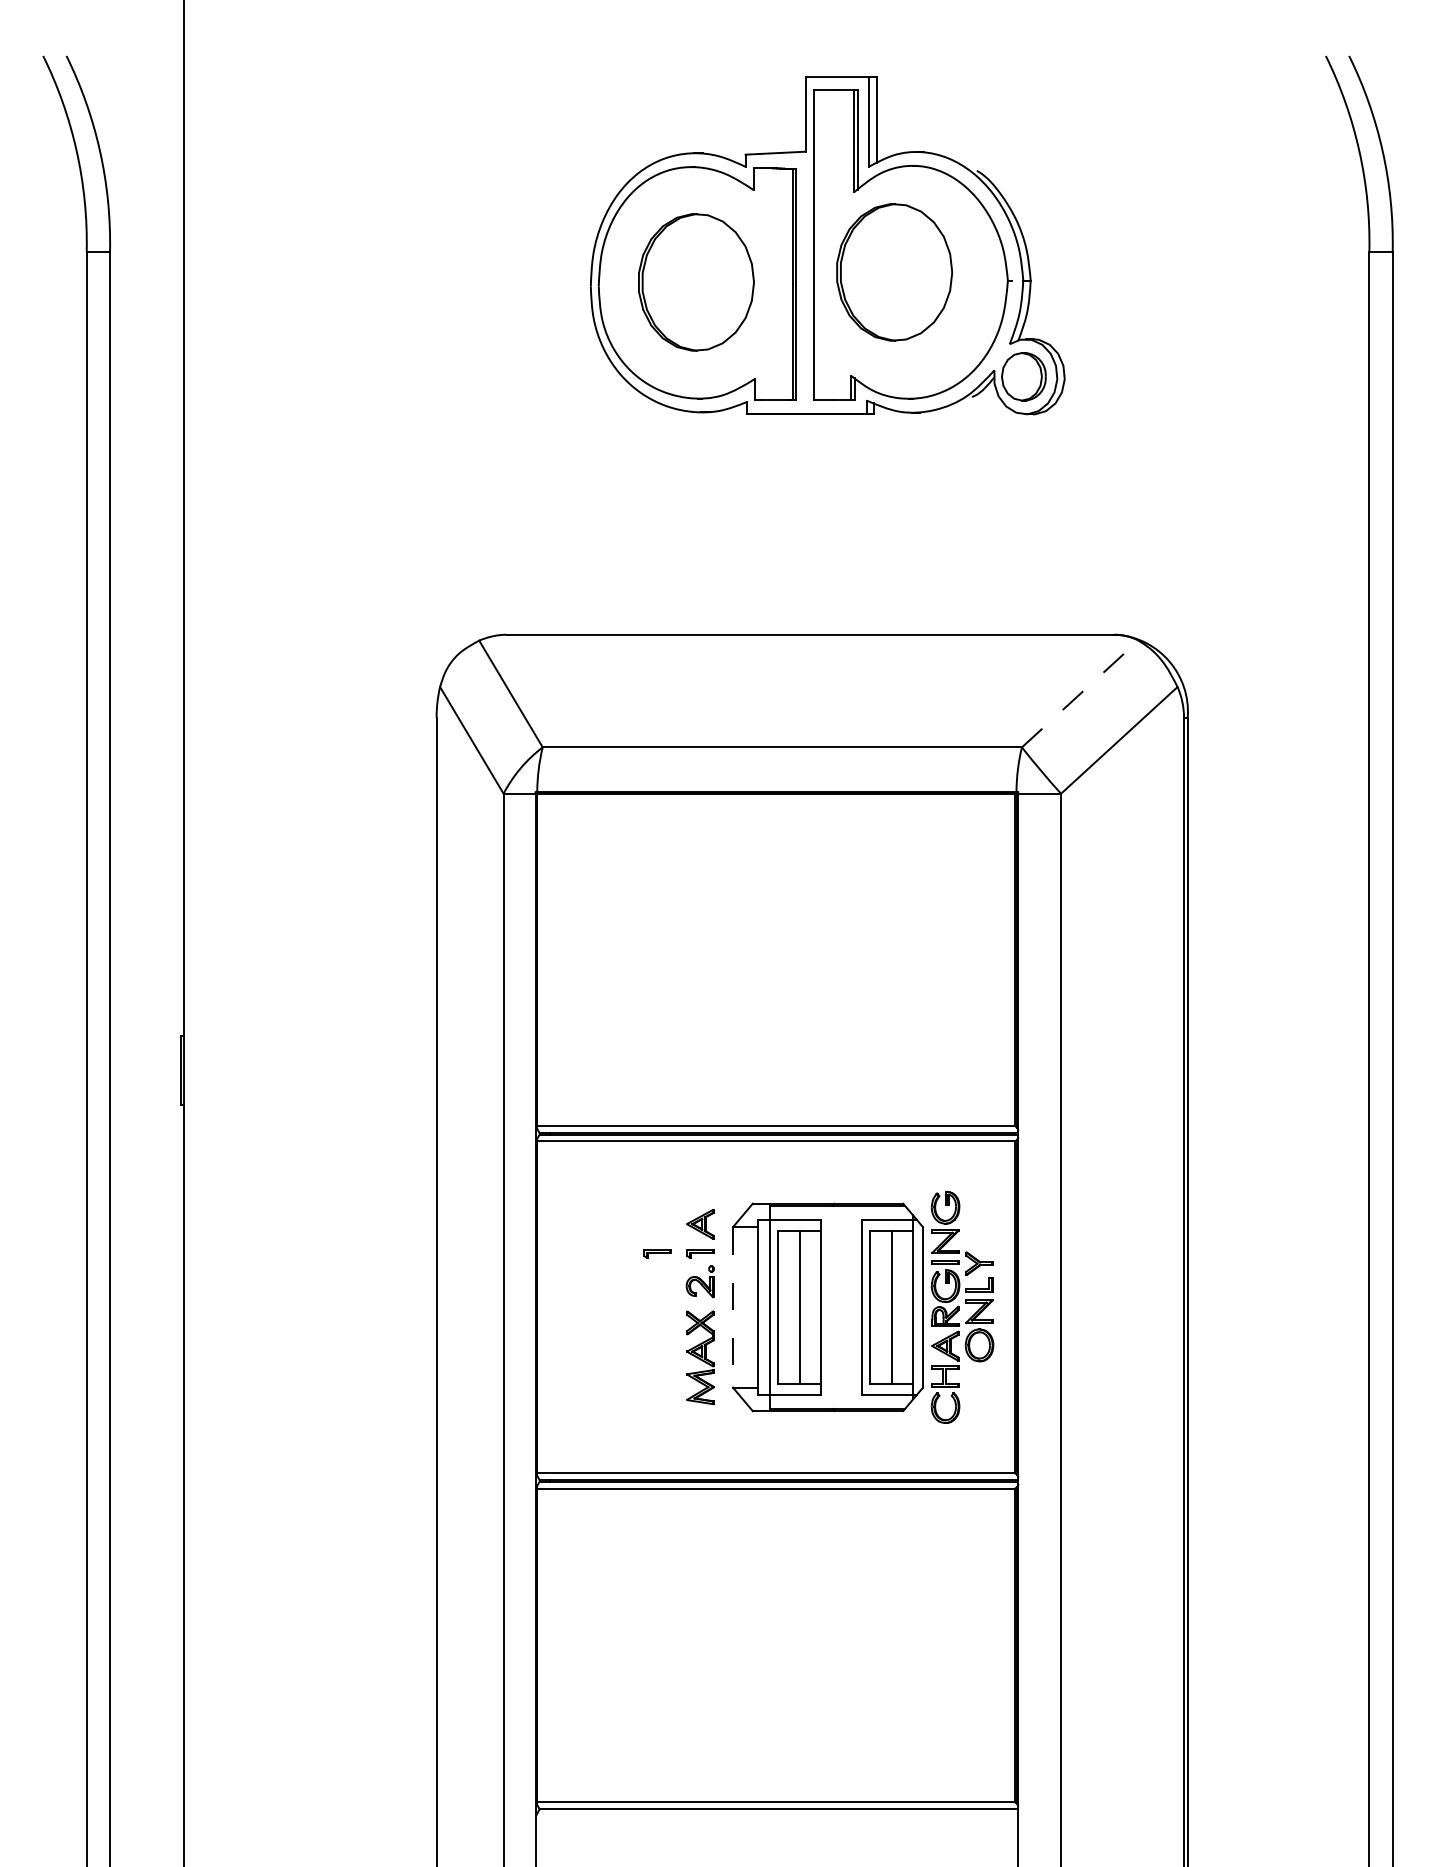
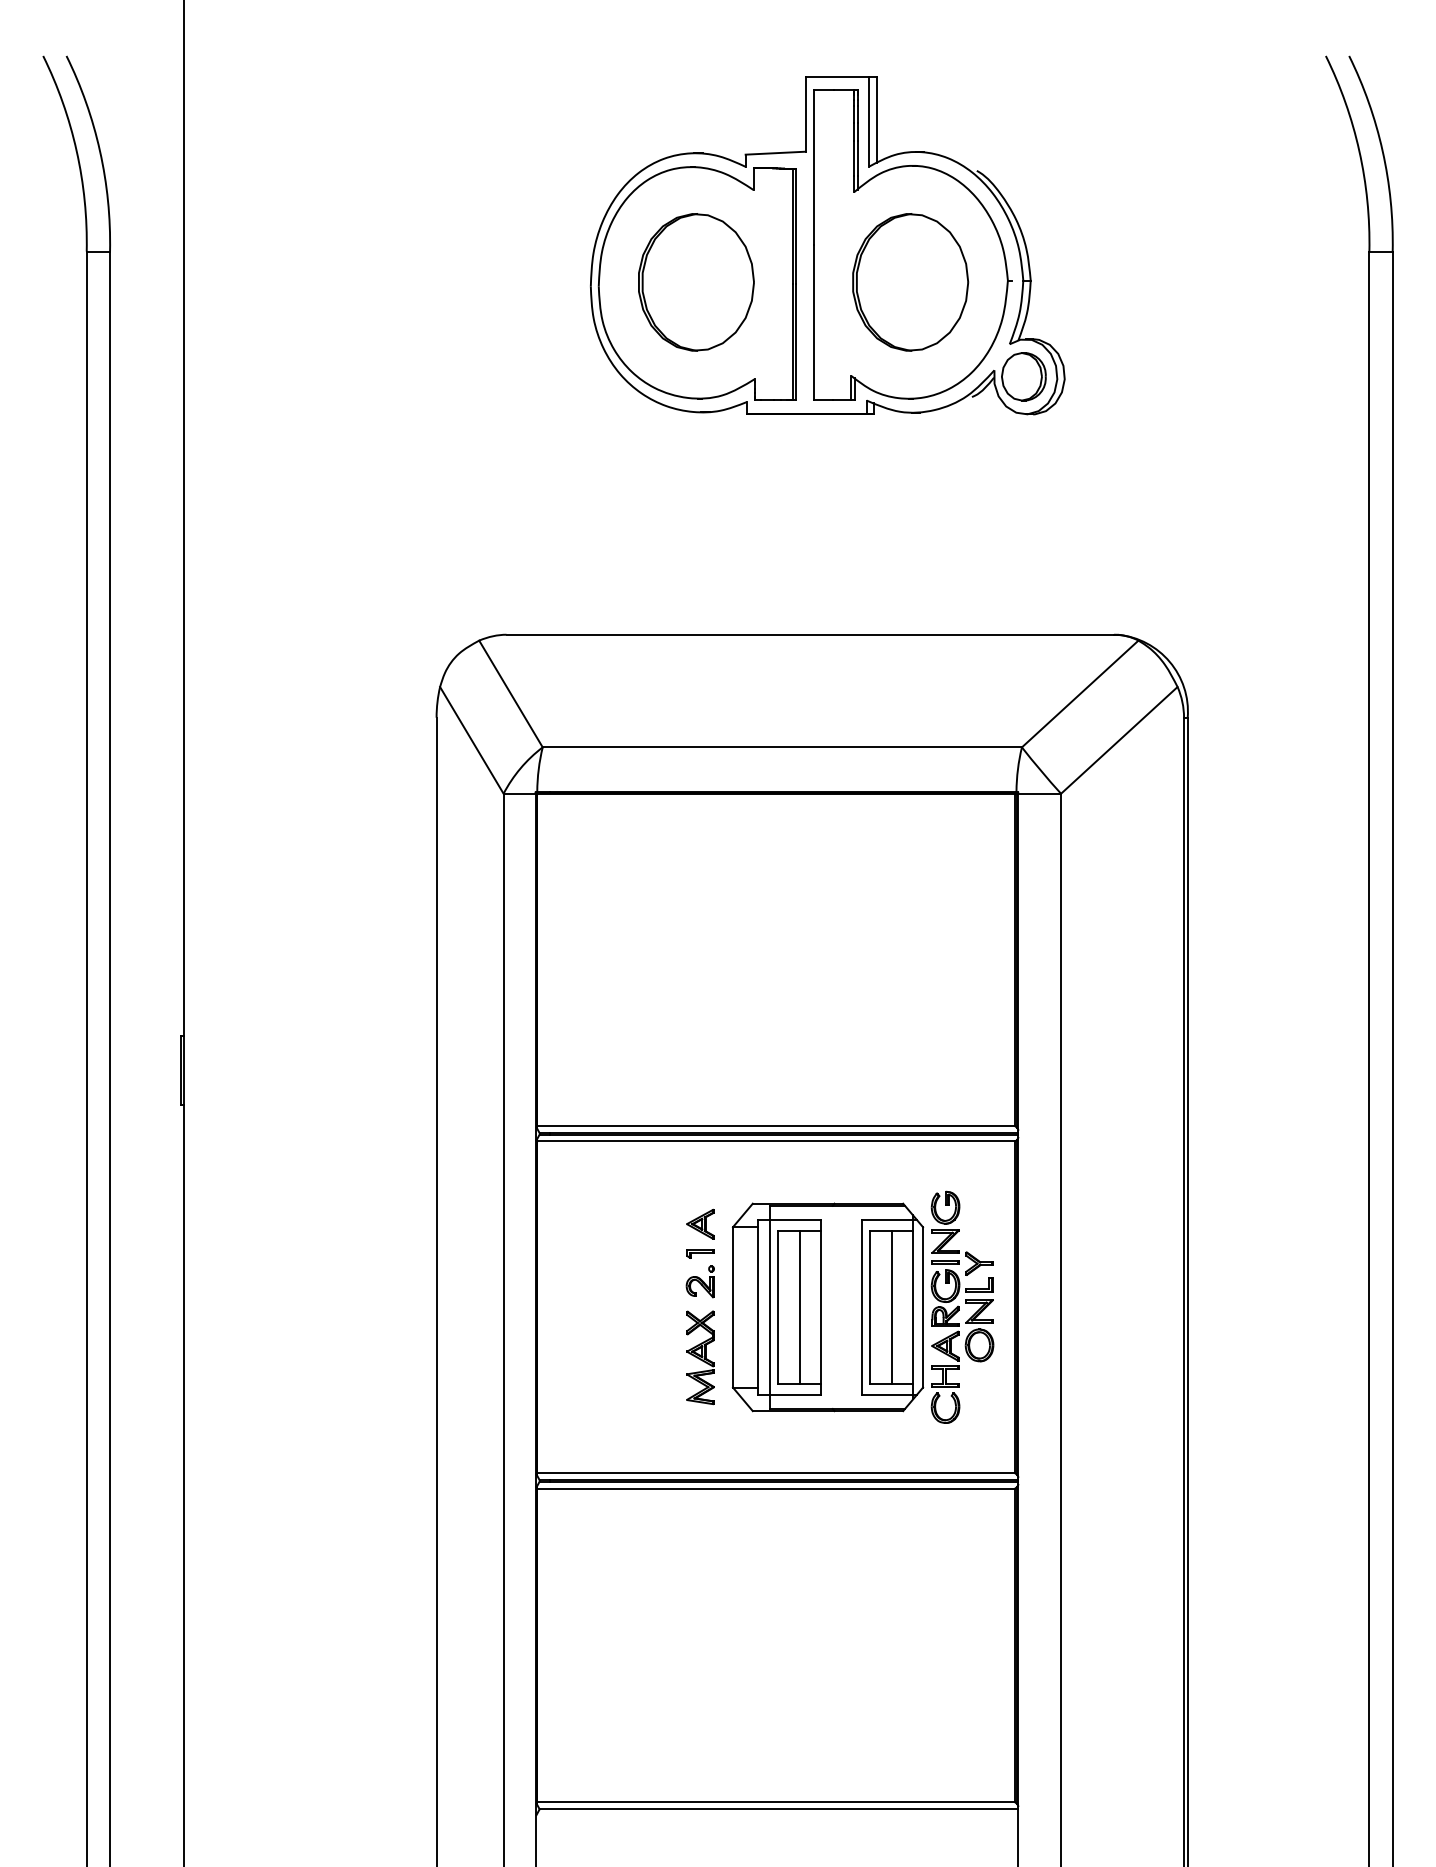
part at (894, 272) position: (894, 272) -> (910, 282)
line at (1080, 693): dashed -> solid
part at (657, 1253): present -> none
line at (732, 1307): dashed -> solid
